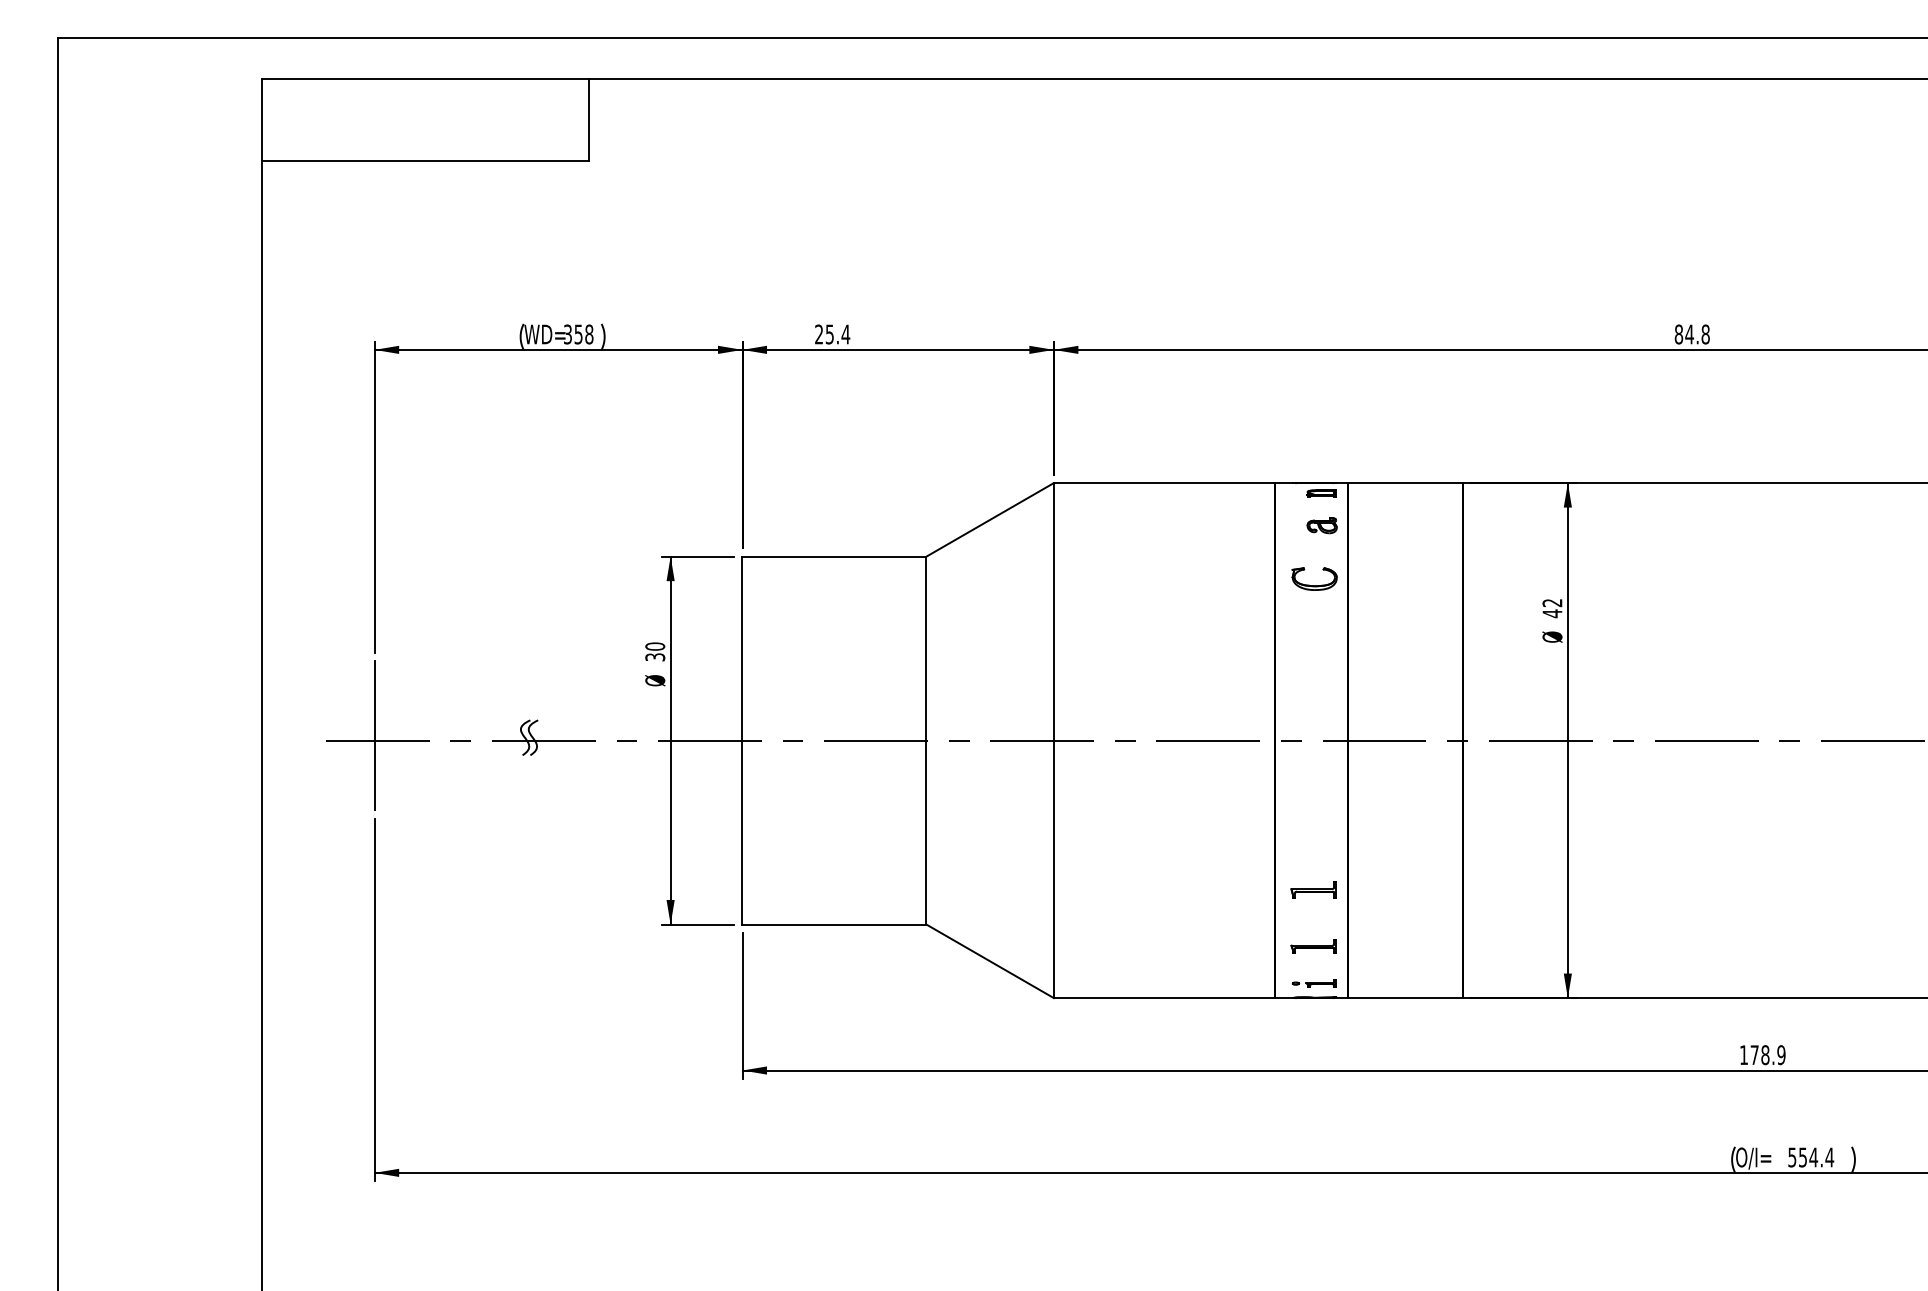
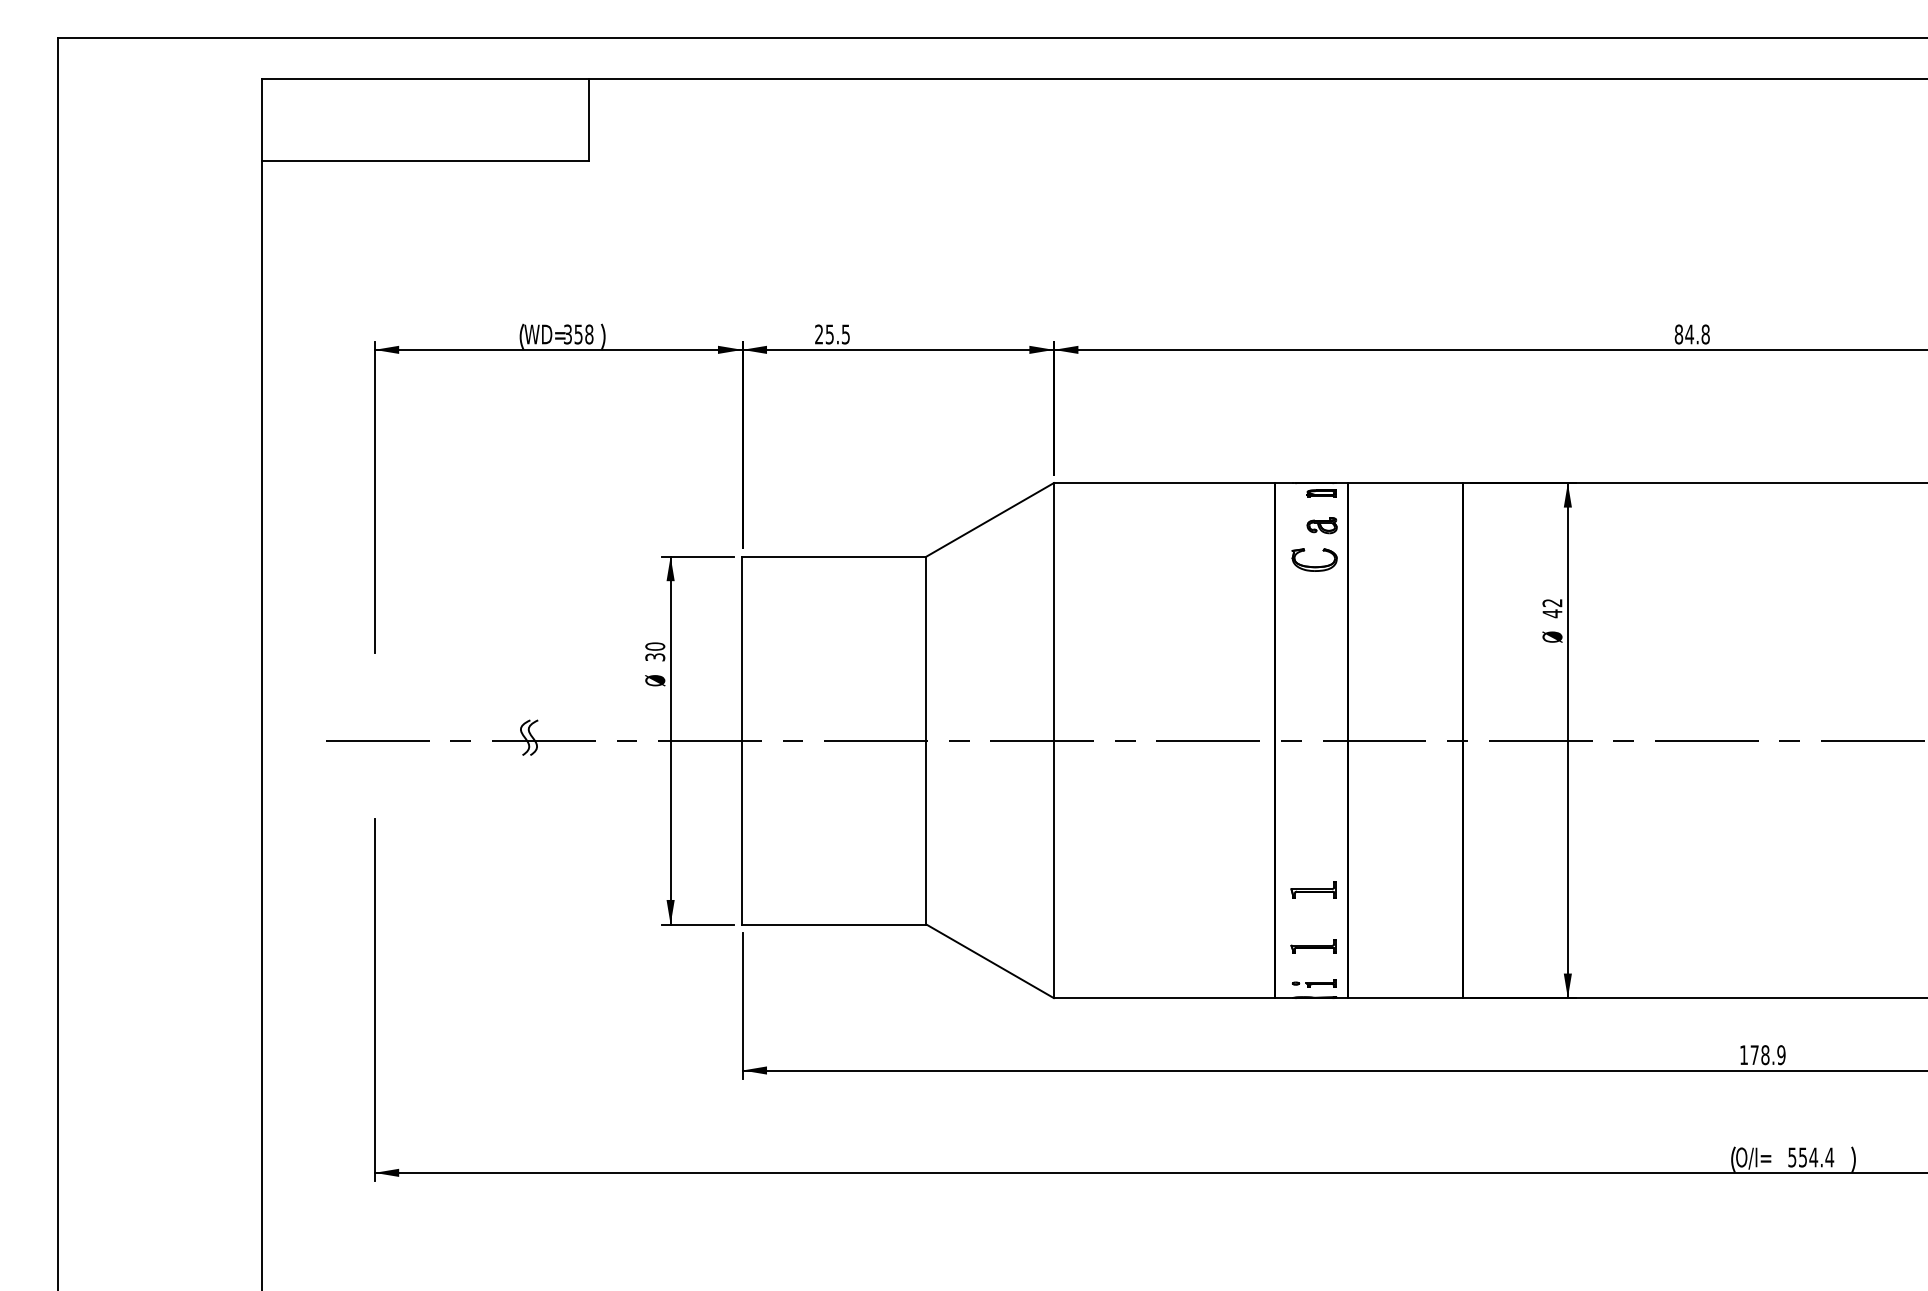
text at (845, 334): 25.4 -> 25.5
part at (1314, 585) position: (1314, 585) -> (1314, 566)
line at (374, 735): present -> none
